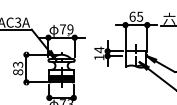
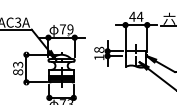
text at (136, 16): 65 -> 44
text at (99, 49): 14 -> 18
